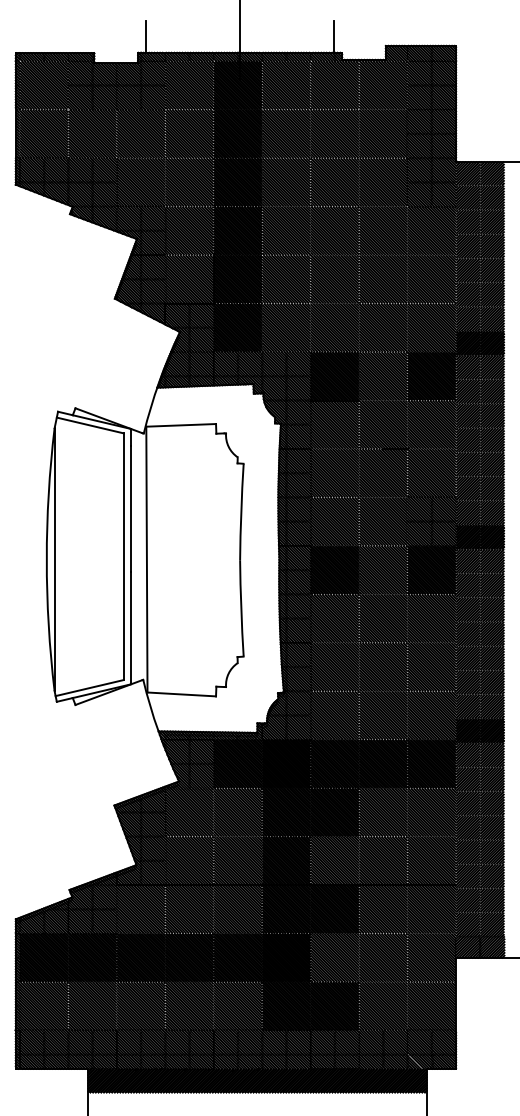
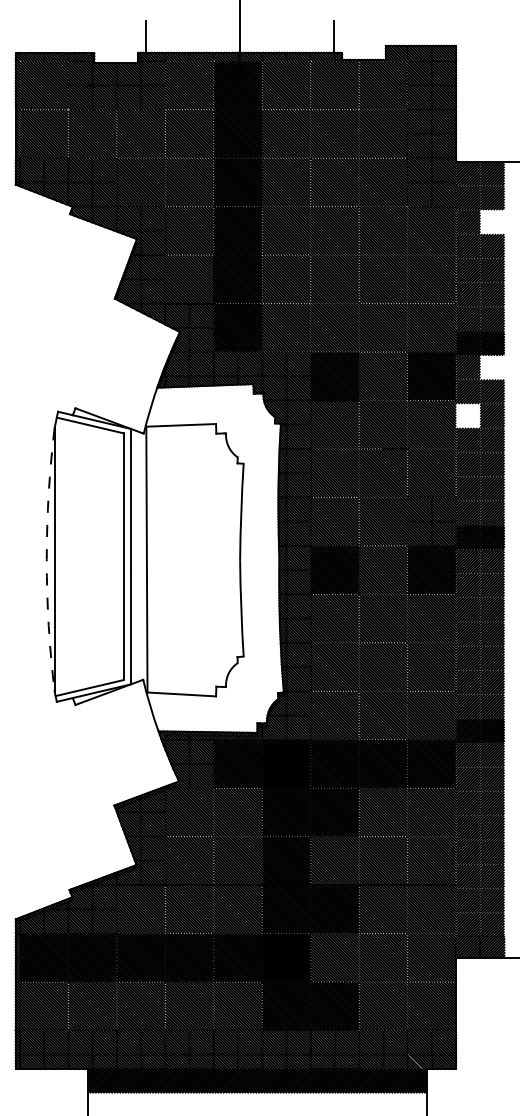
hatch at (492, 222): present -> none
hatch at (492, 367): present -> none
hatch at (468, 415): present -> none
arc at (46, 559): solid -> dashed
